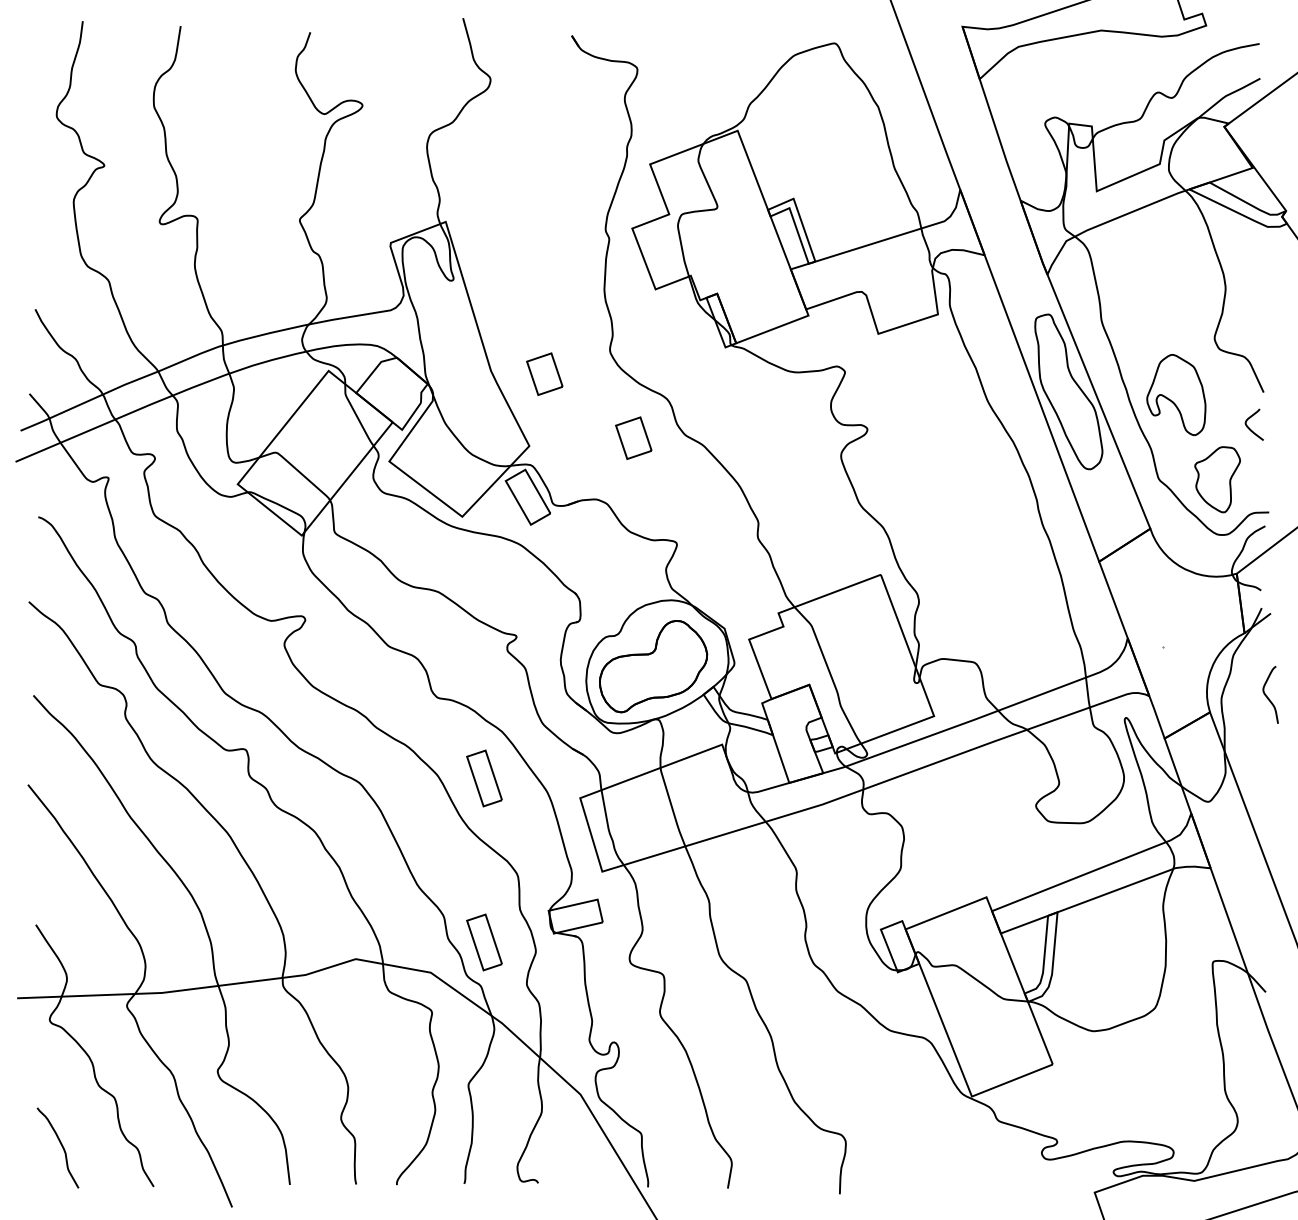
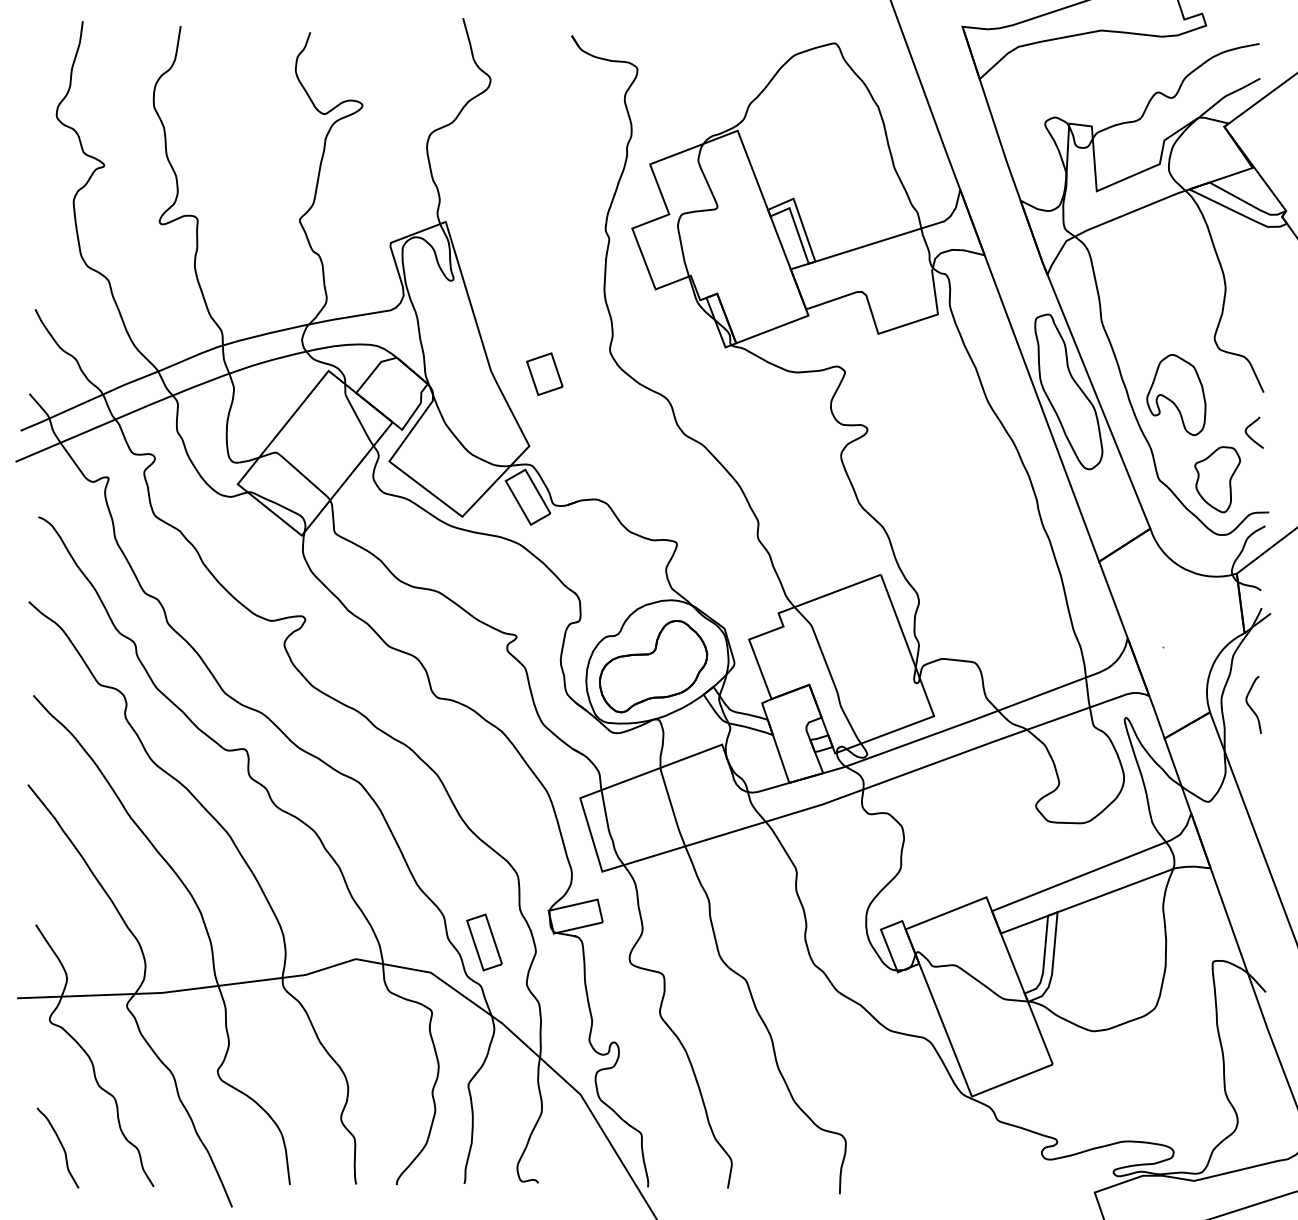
curve at (1249, 427) position: (1249, 427) -> (1249, 435)
part at (633, 437): present -> none
curve at (1267, 696) position: (1267, 696) -> (1250, 706)
part at (484, 778): present -> none
